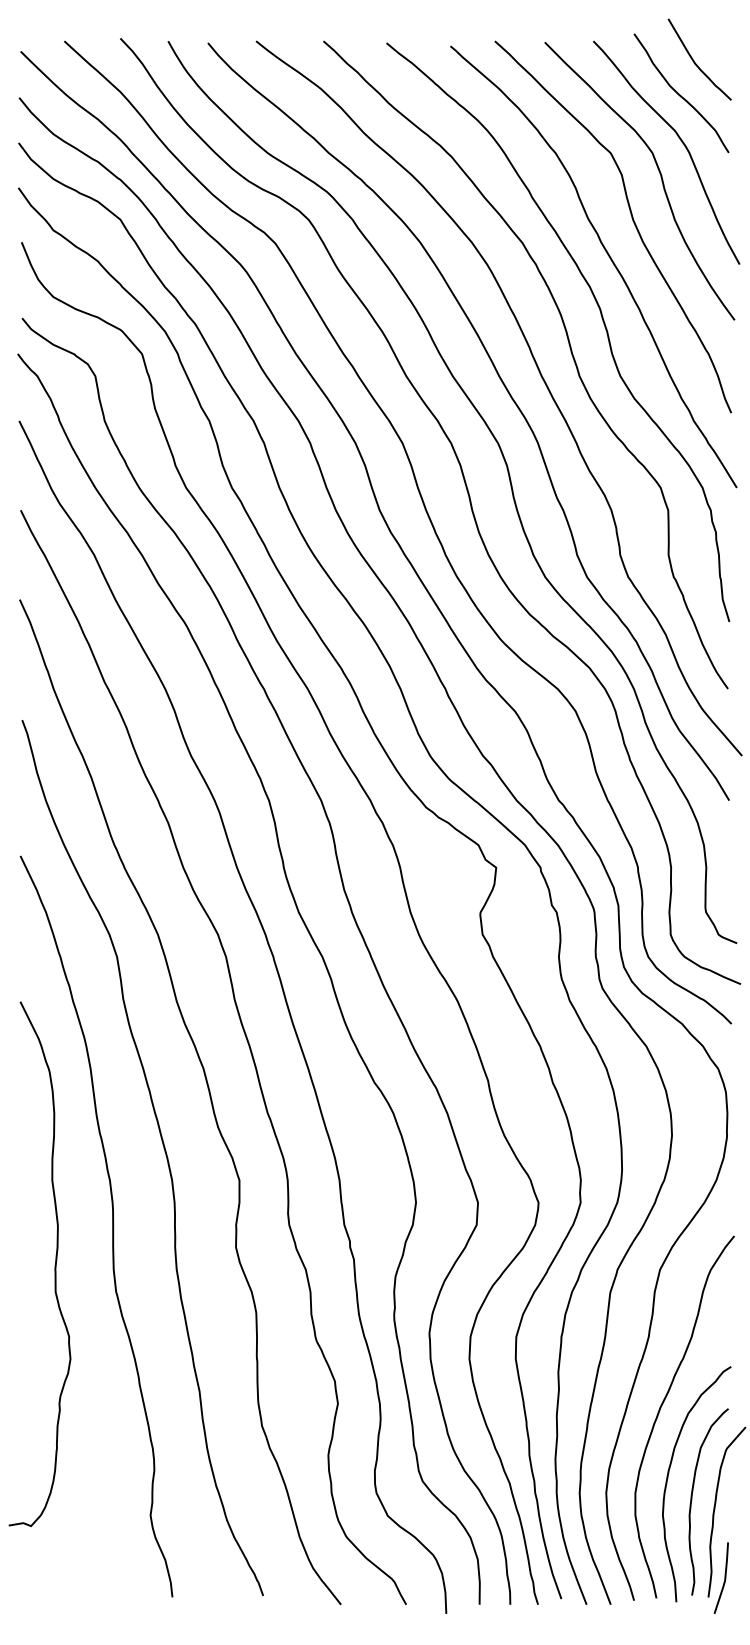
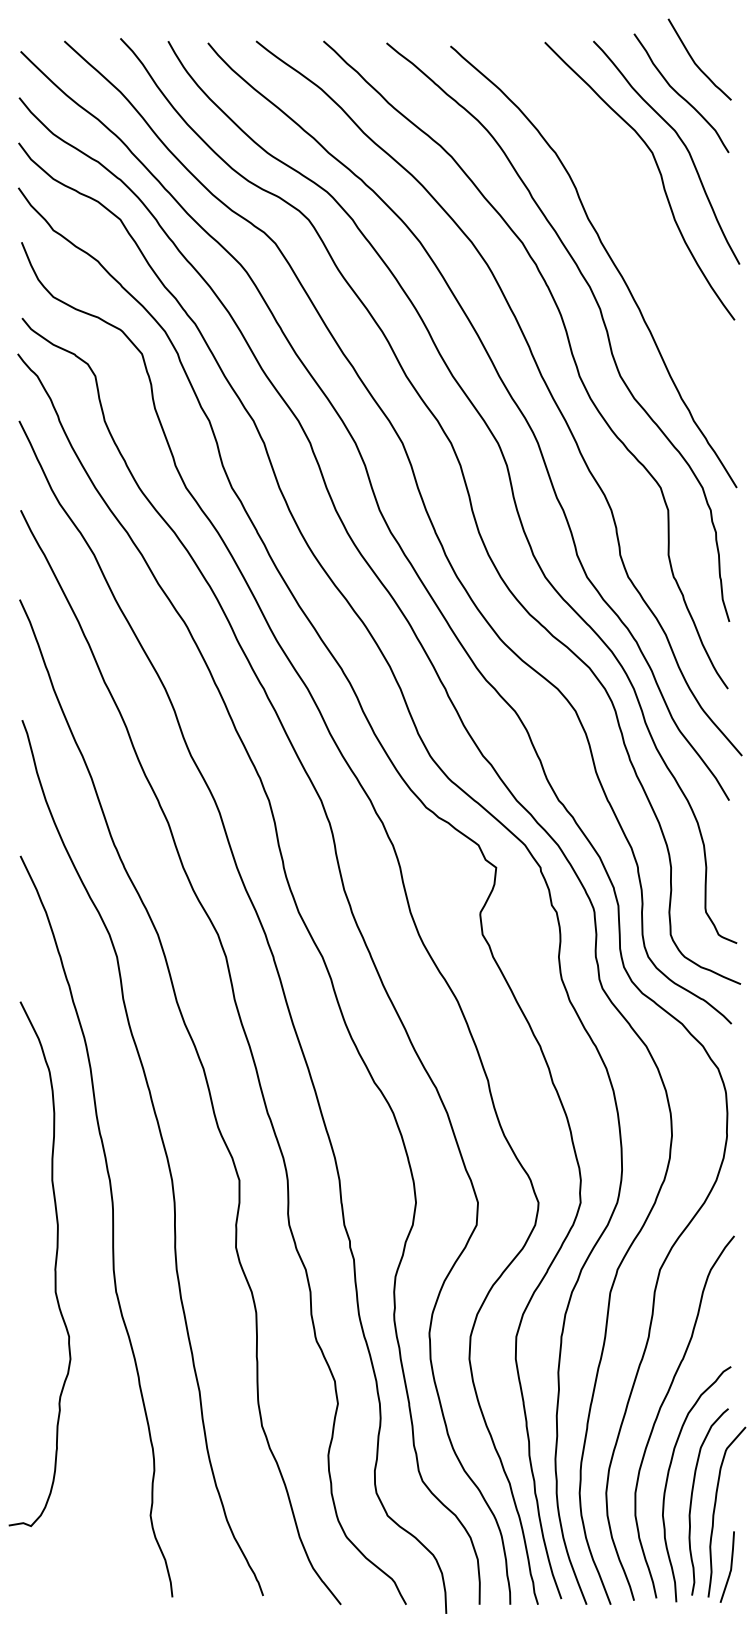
curve at (631, 218): present -> none
curve at (724, 1577) position: (724, 1577) -> (730, 1566)
